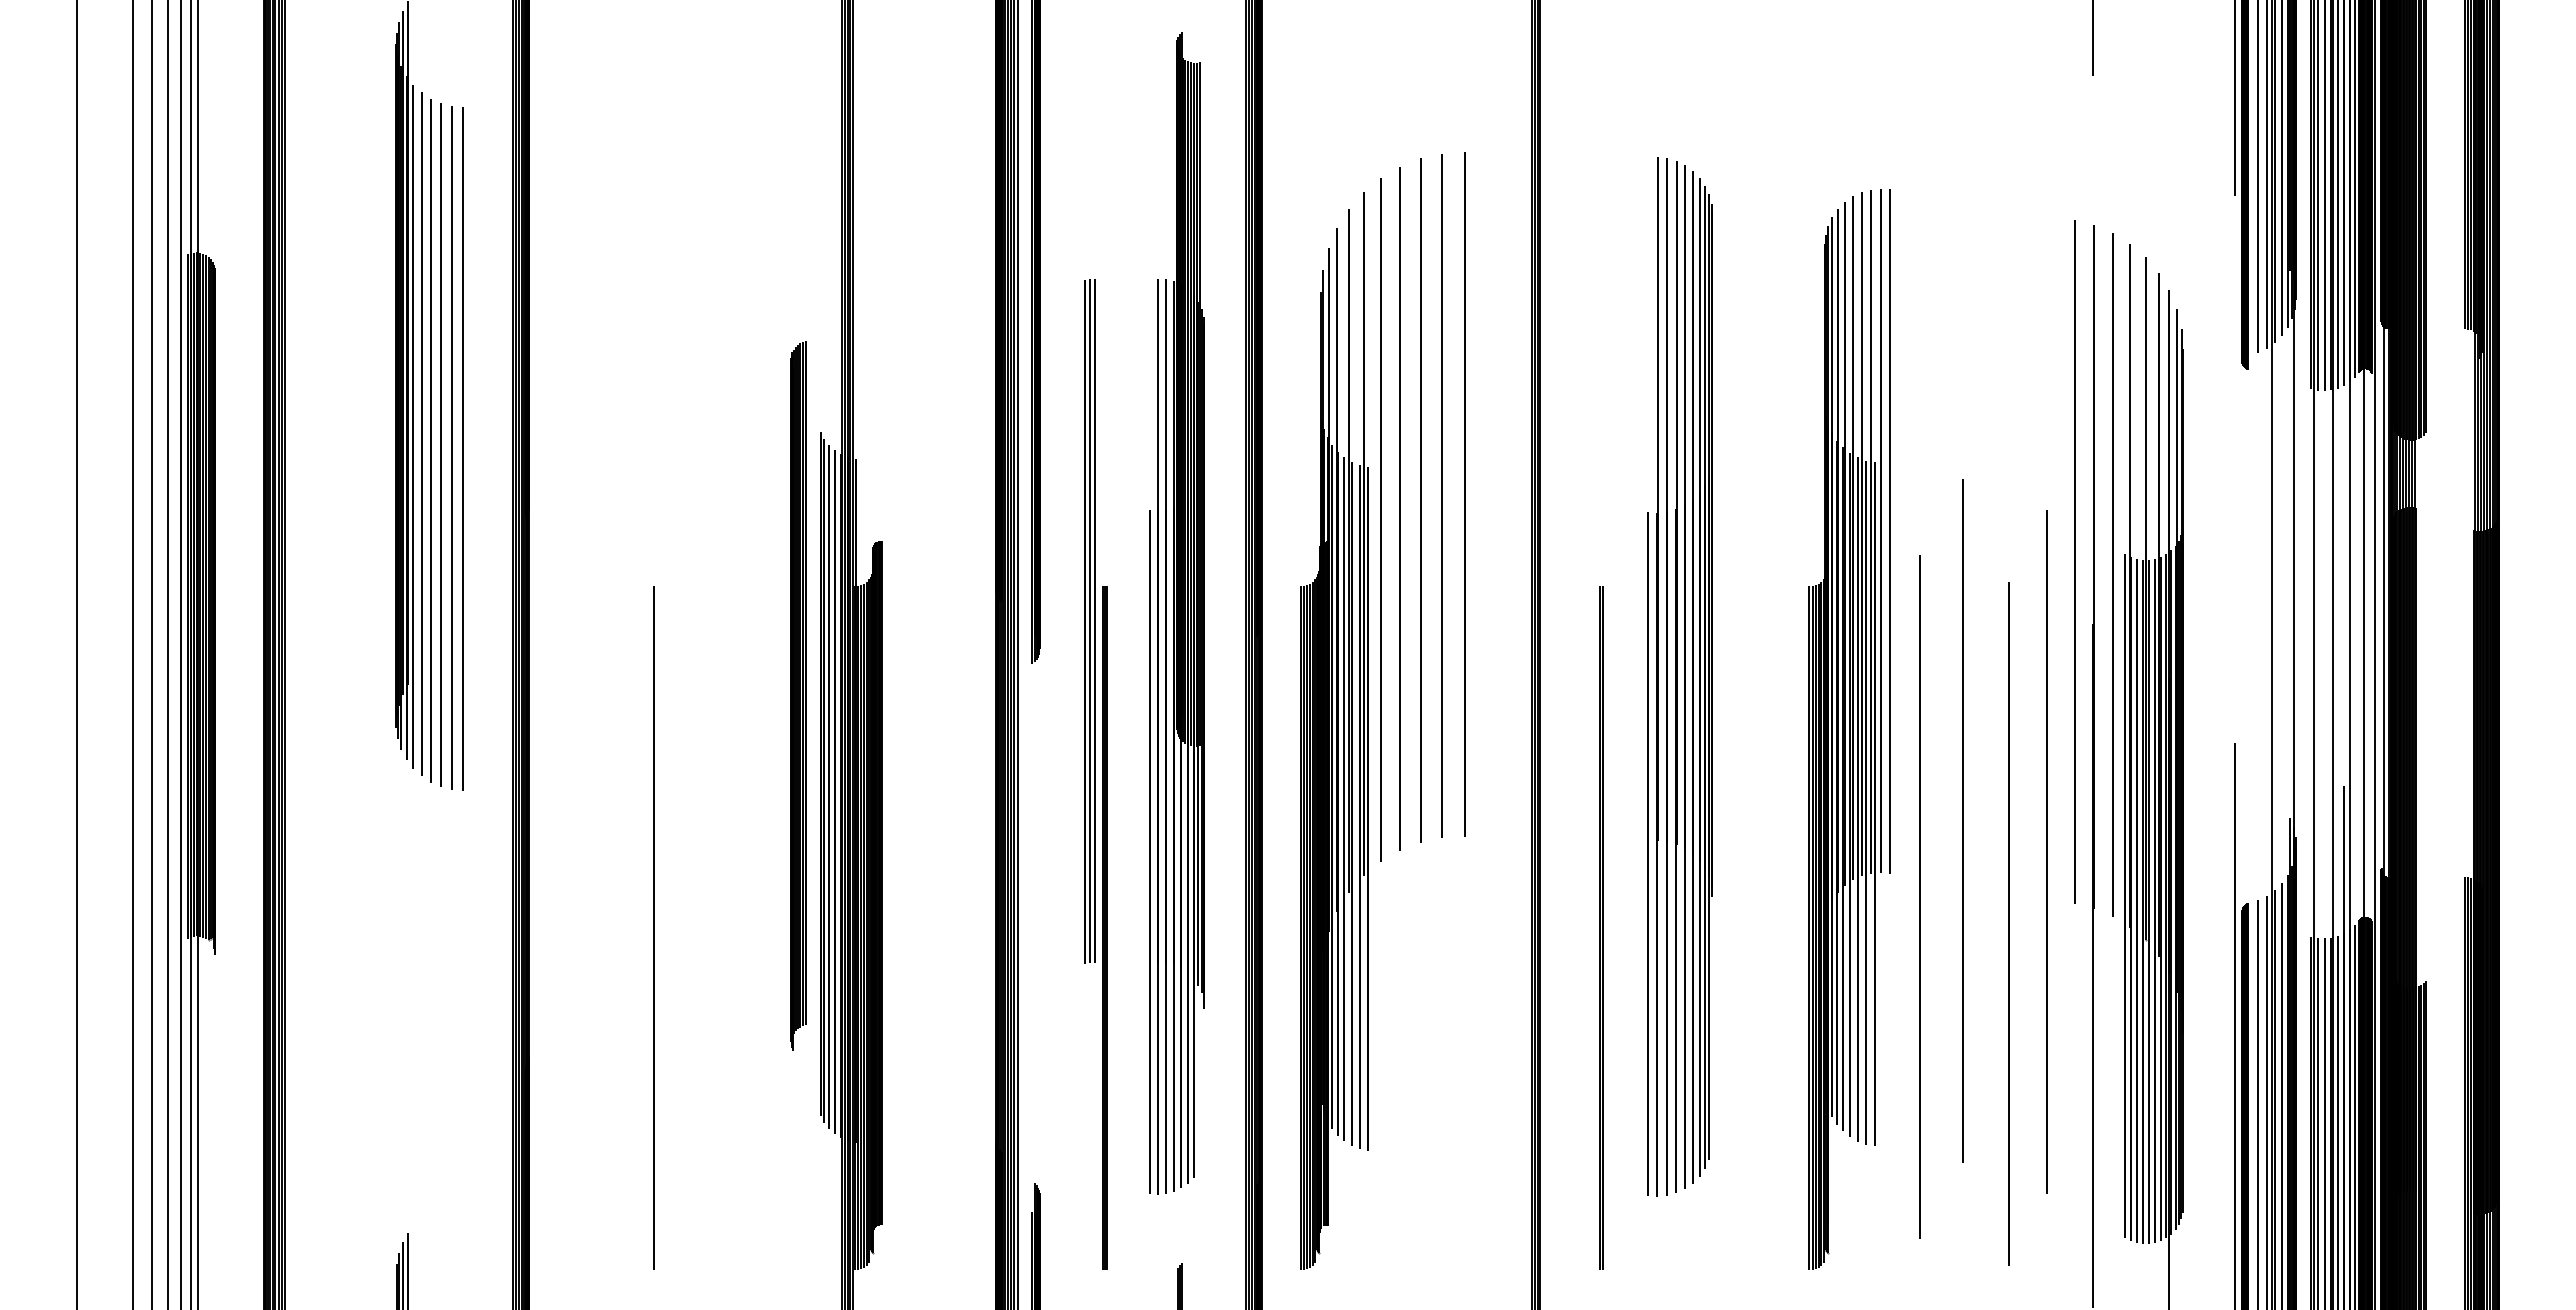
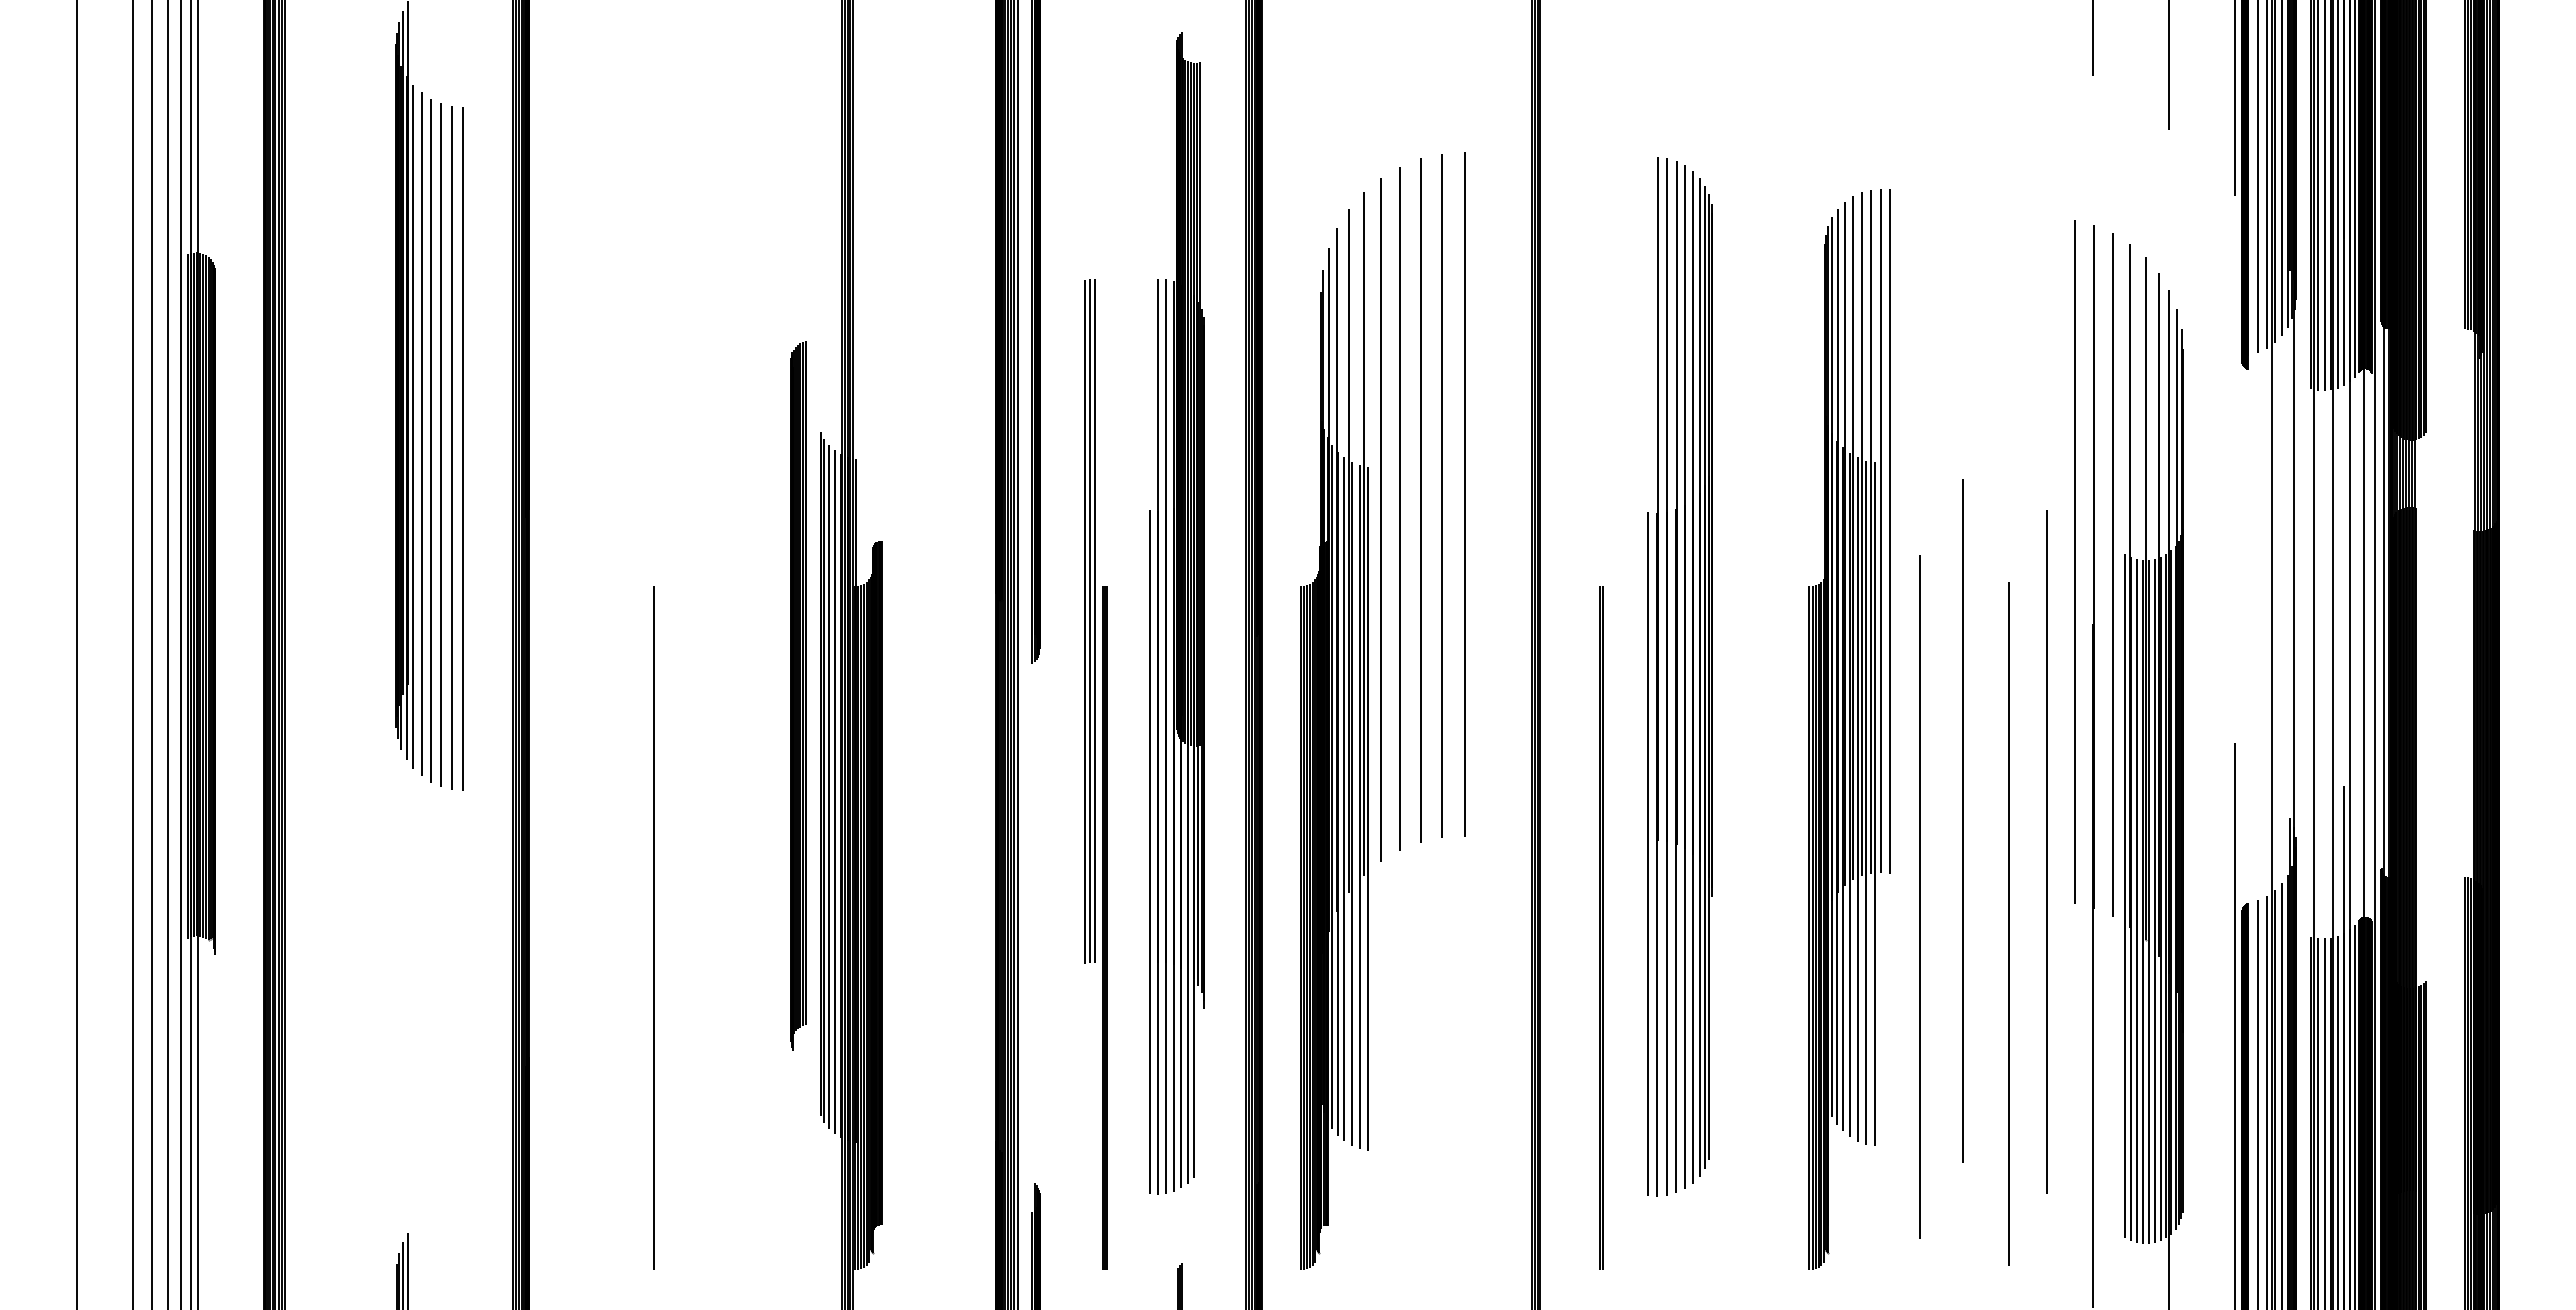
line at (2168, 66): none -> present
